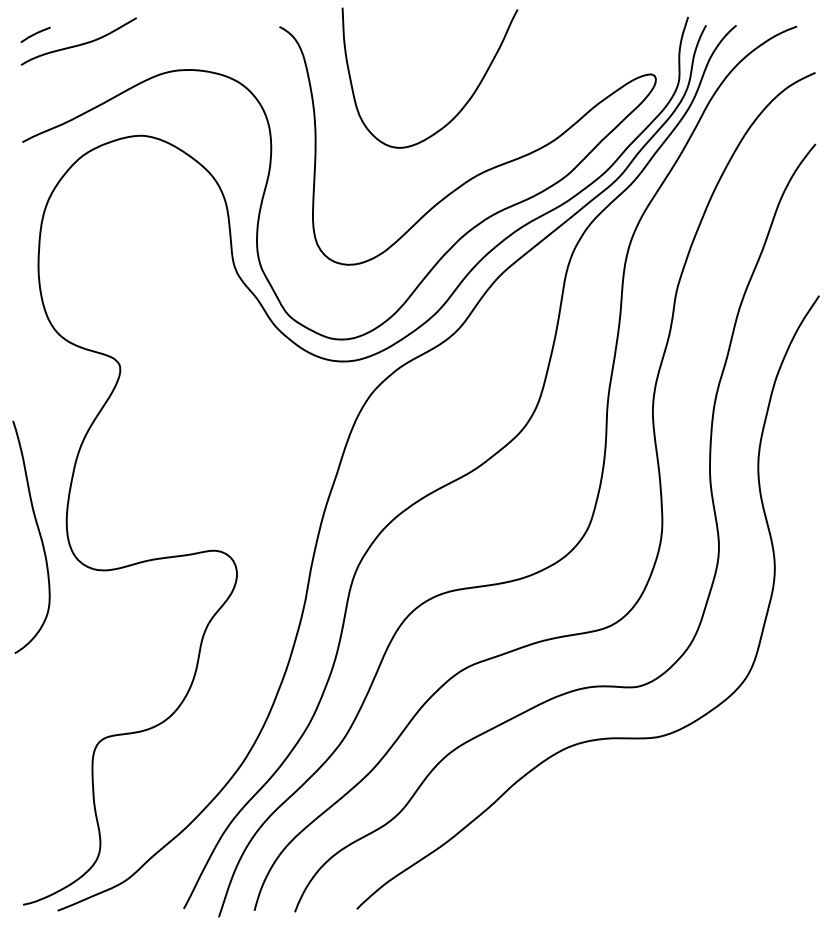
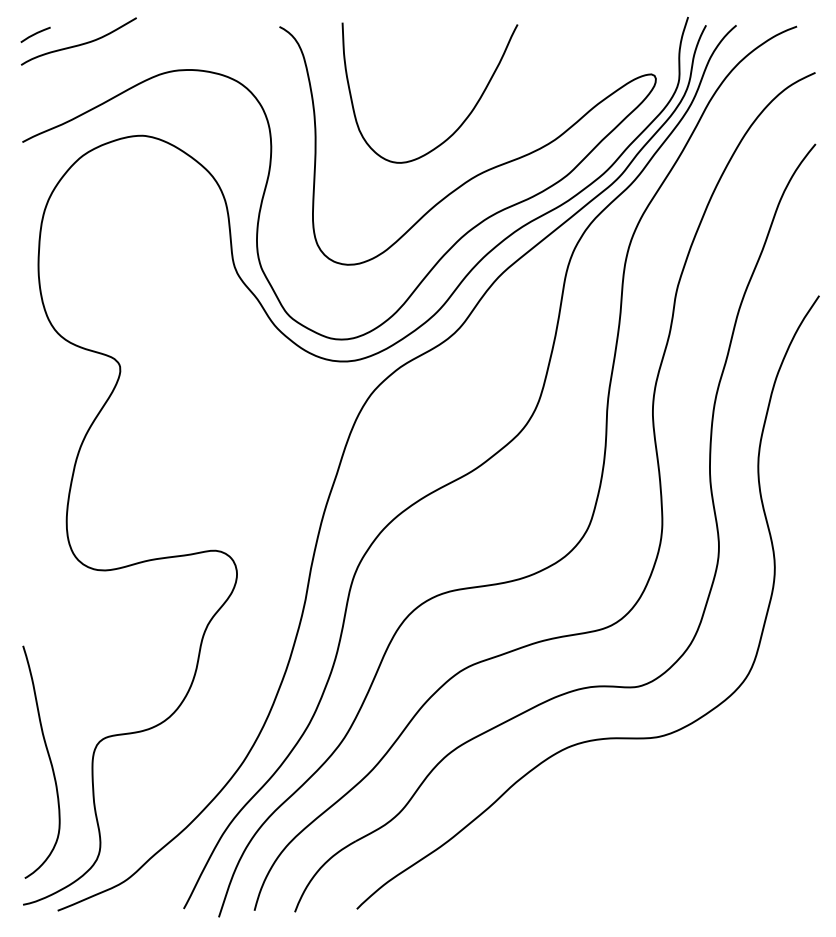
curve at (463, 105) position: (463, 105) -> (463, 120)
curve at (39, 536) position: (39, 536) -> (49, 761)
